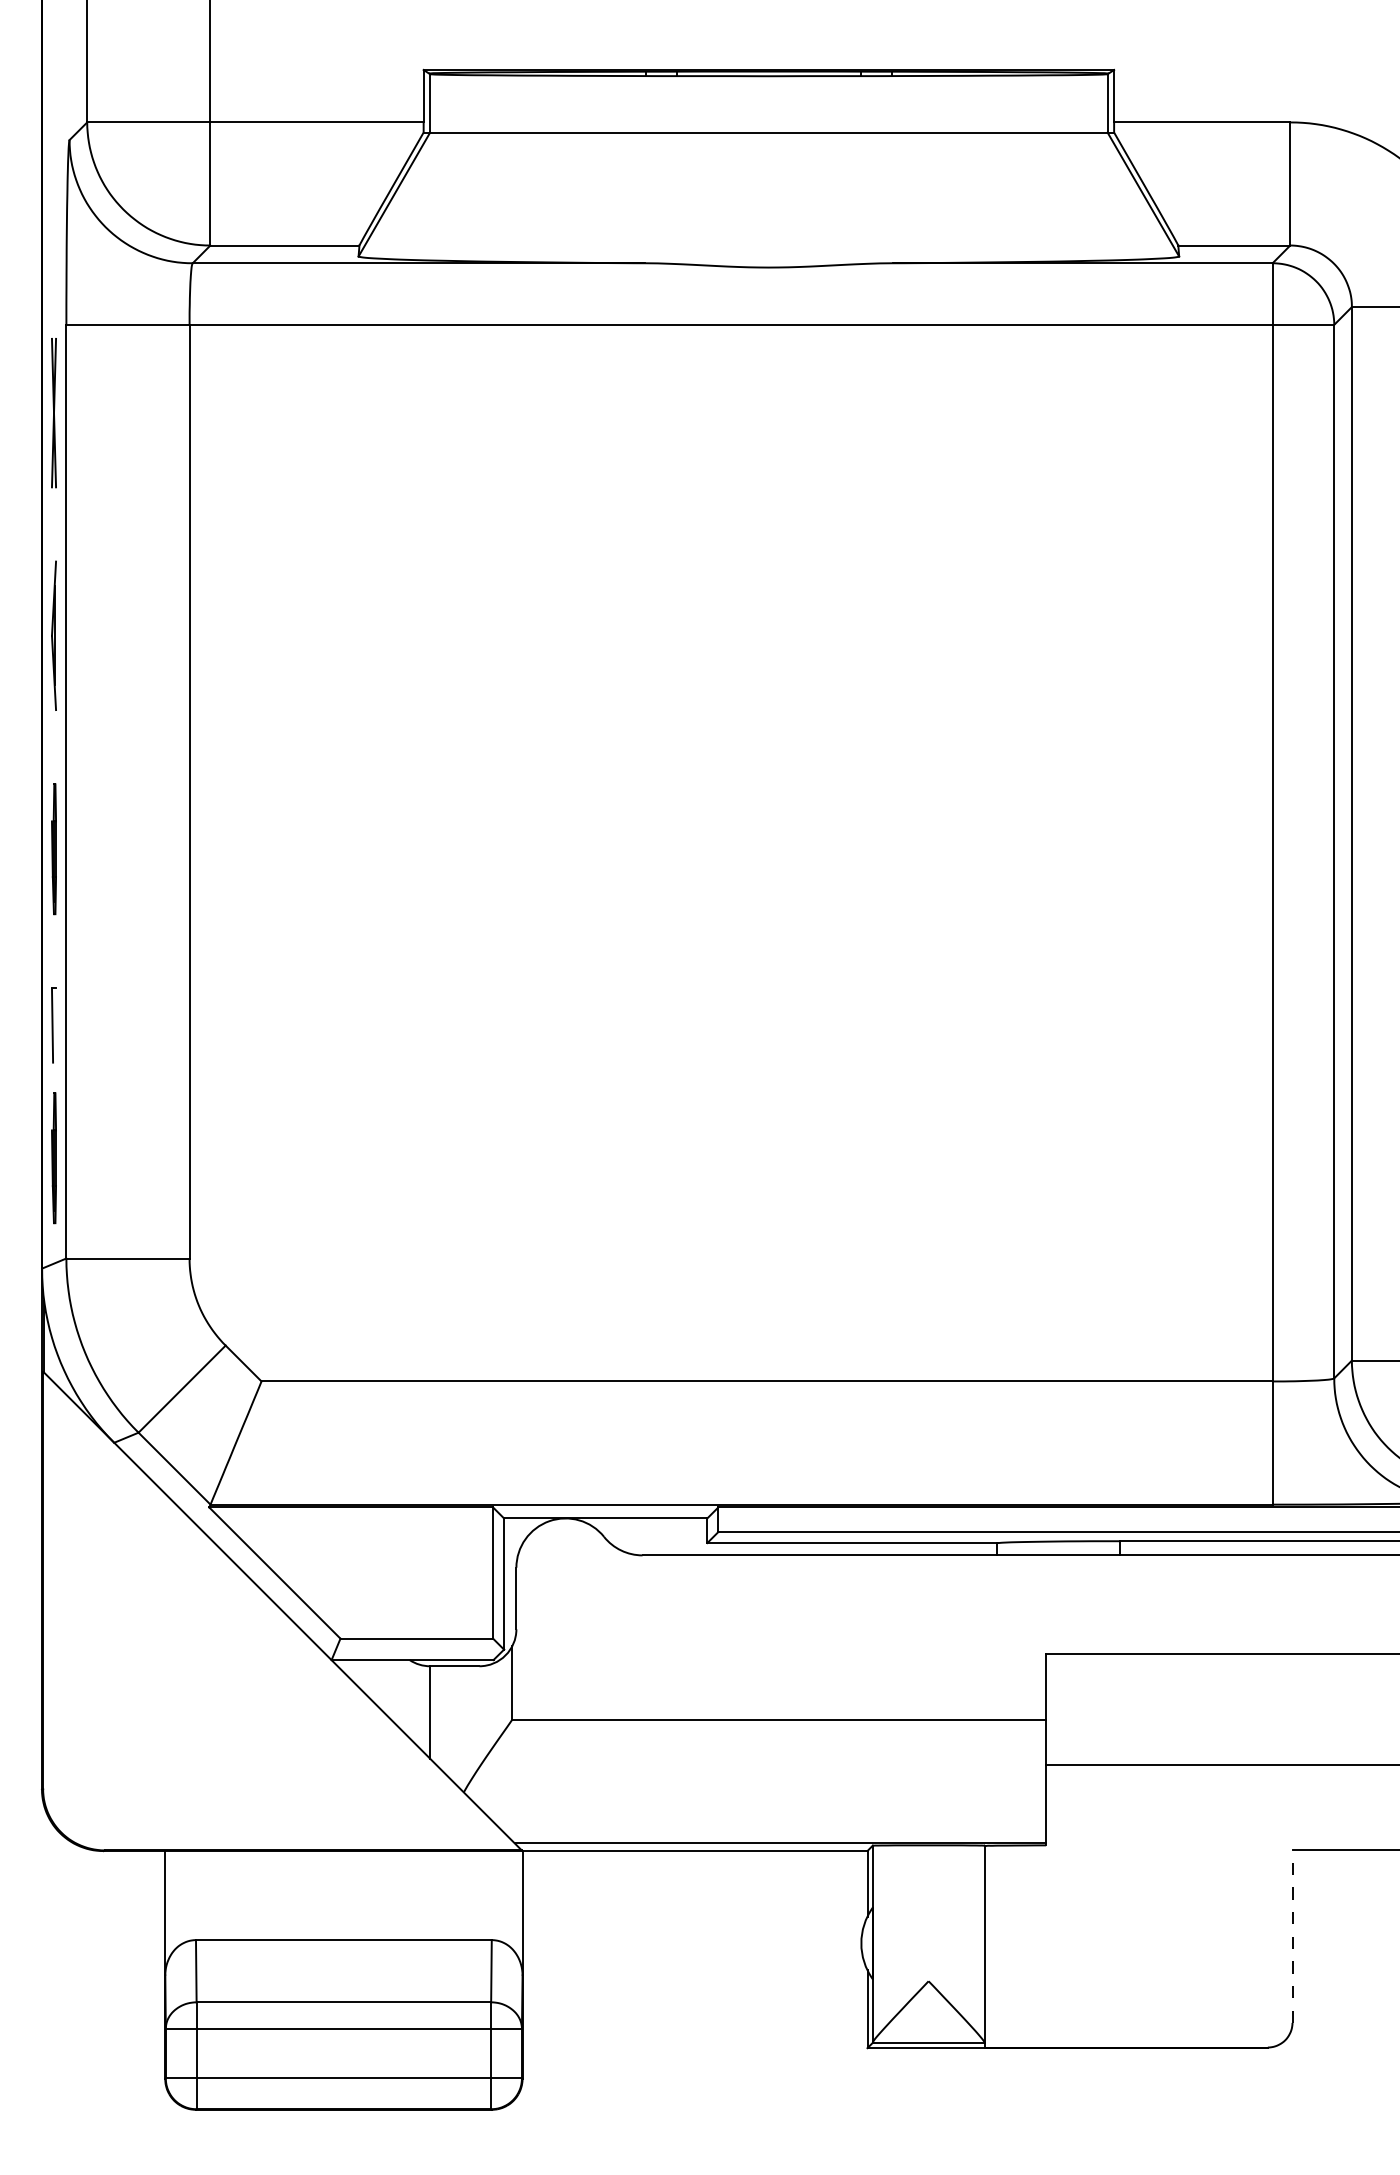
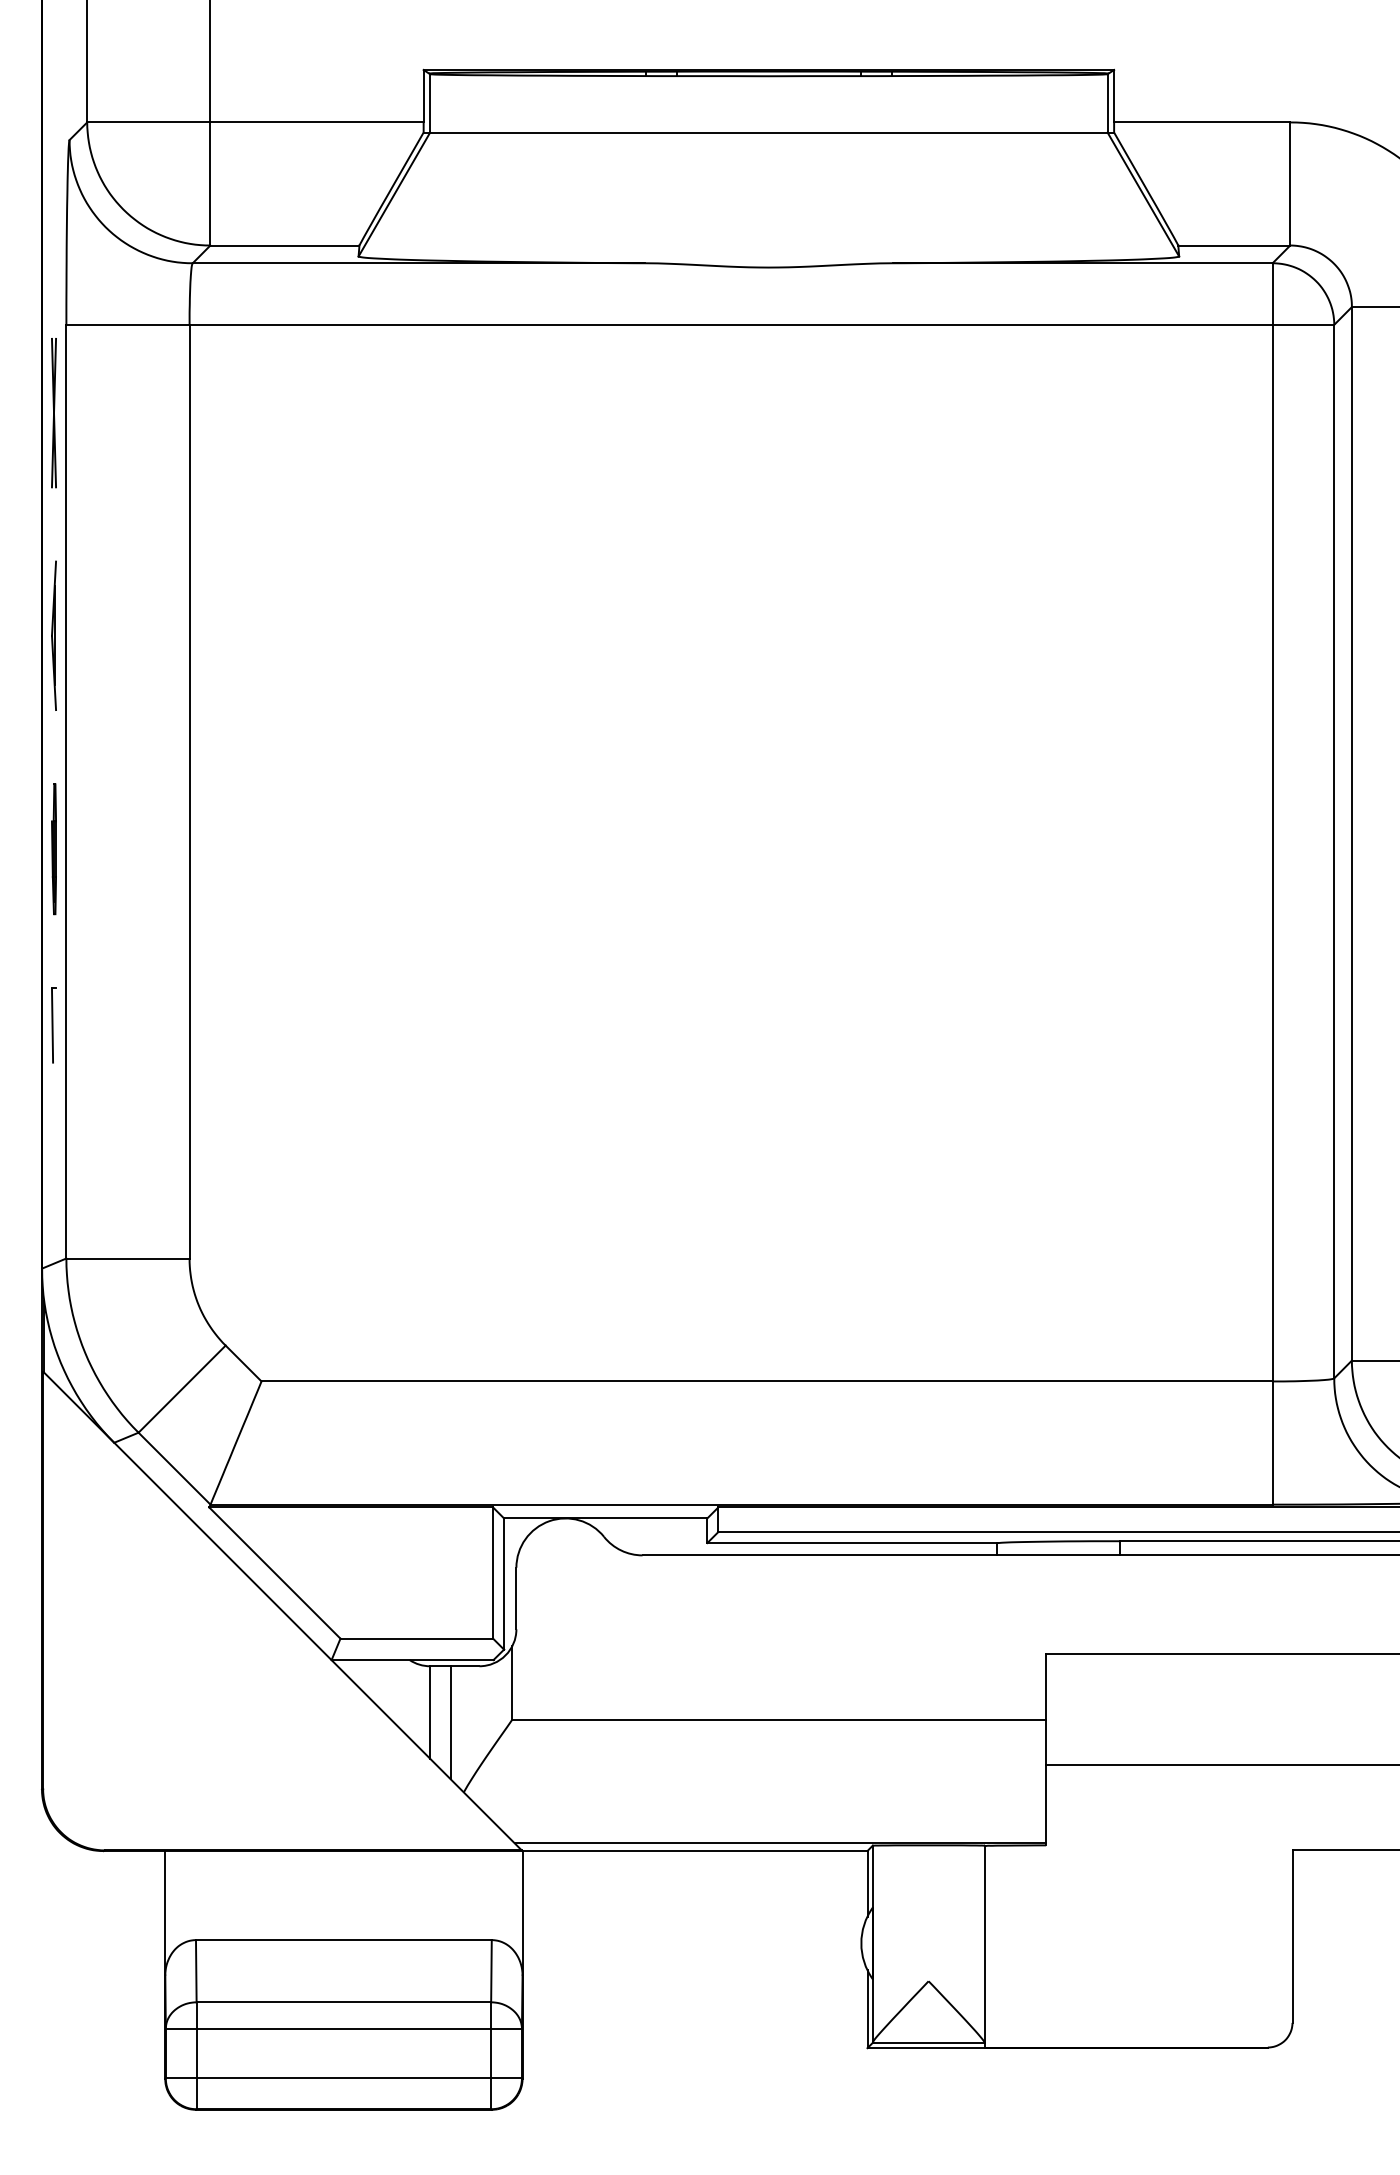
part at (53, 1158): present -> none
line at (450, 1722): none -> present
line at (1292, 1936): dashed -> solid
